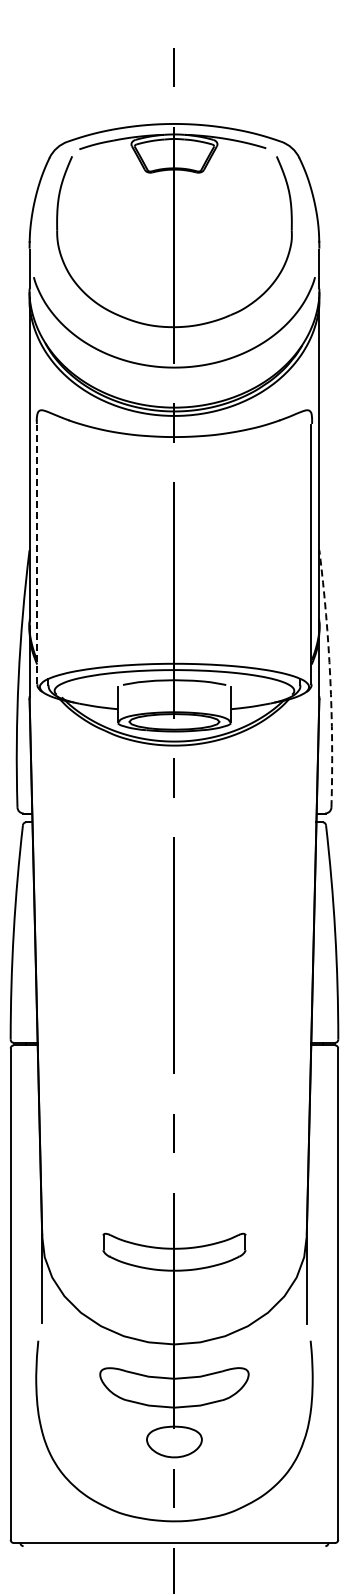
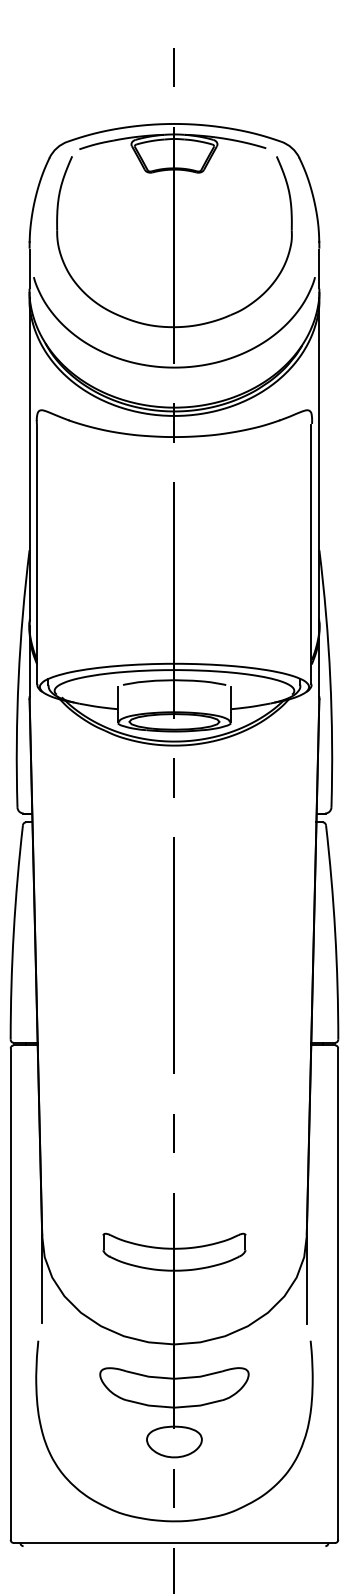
line at (37, 554): dashed -> solid
arc at (330, 678): dashed -> solid
